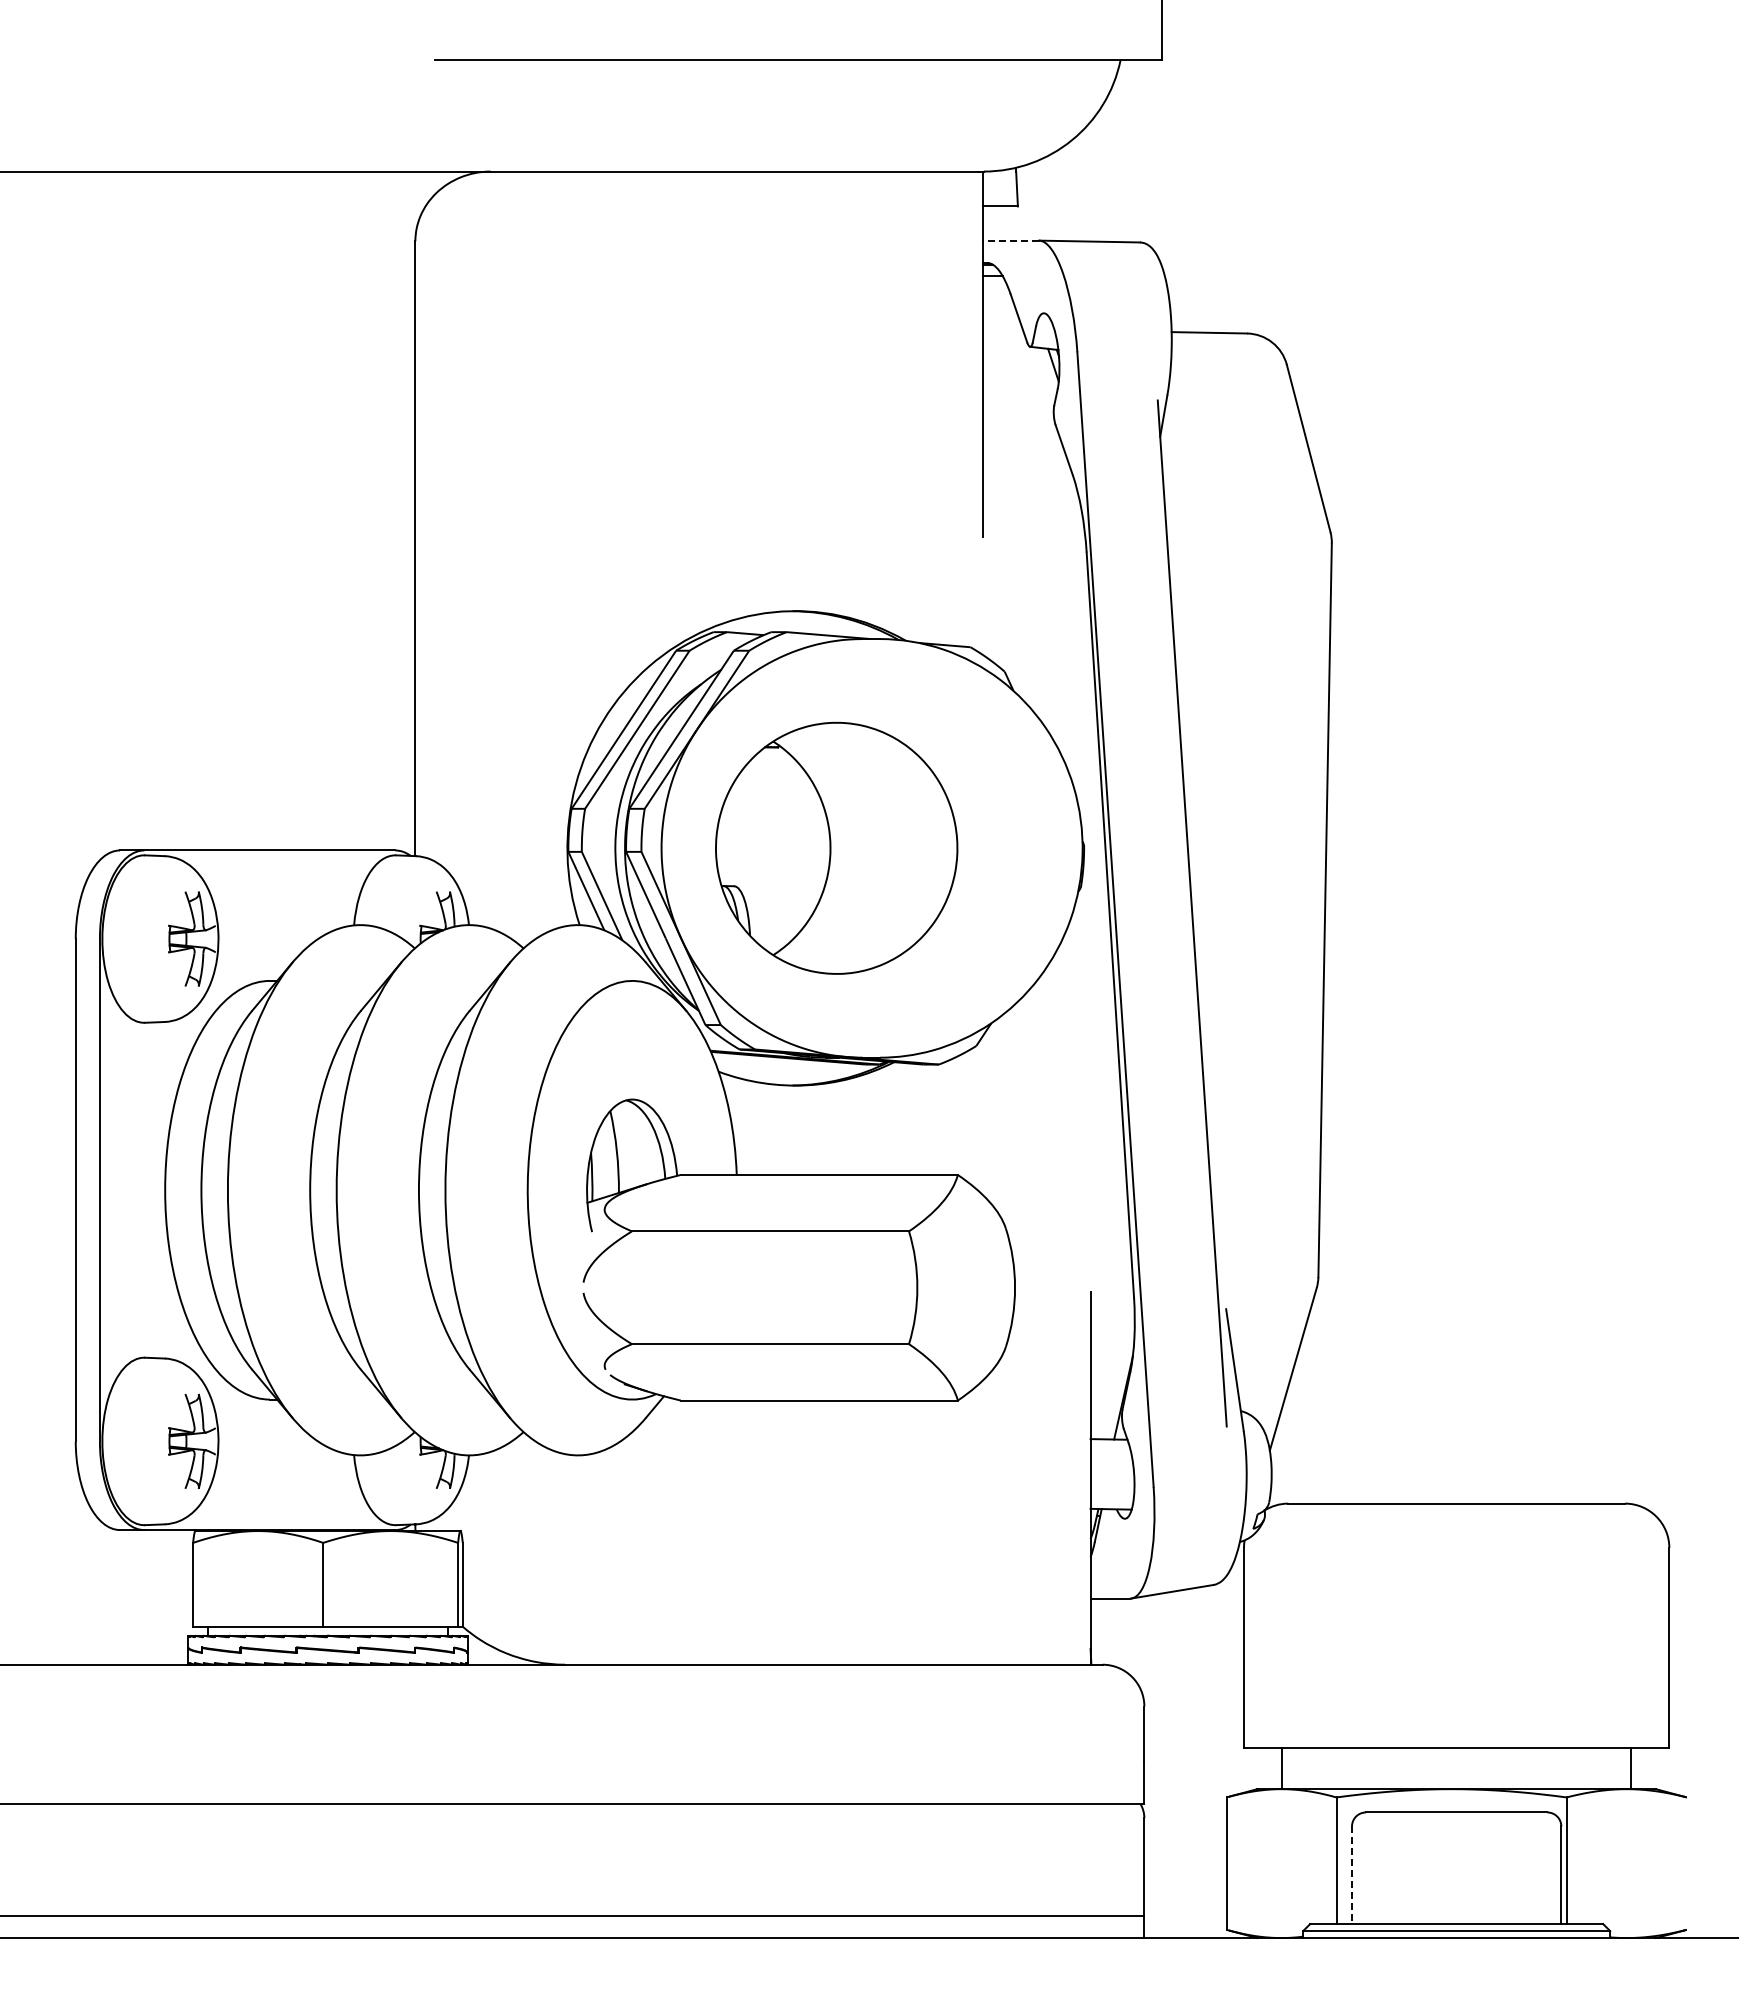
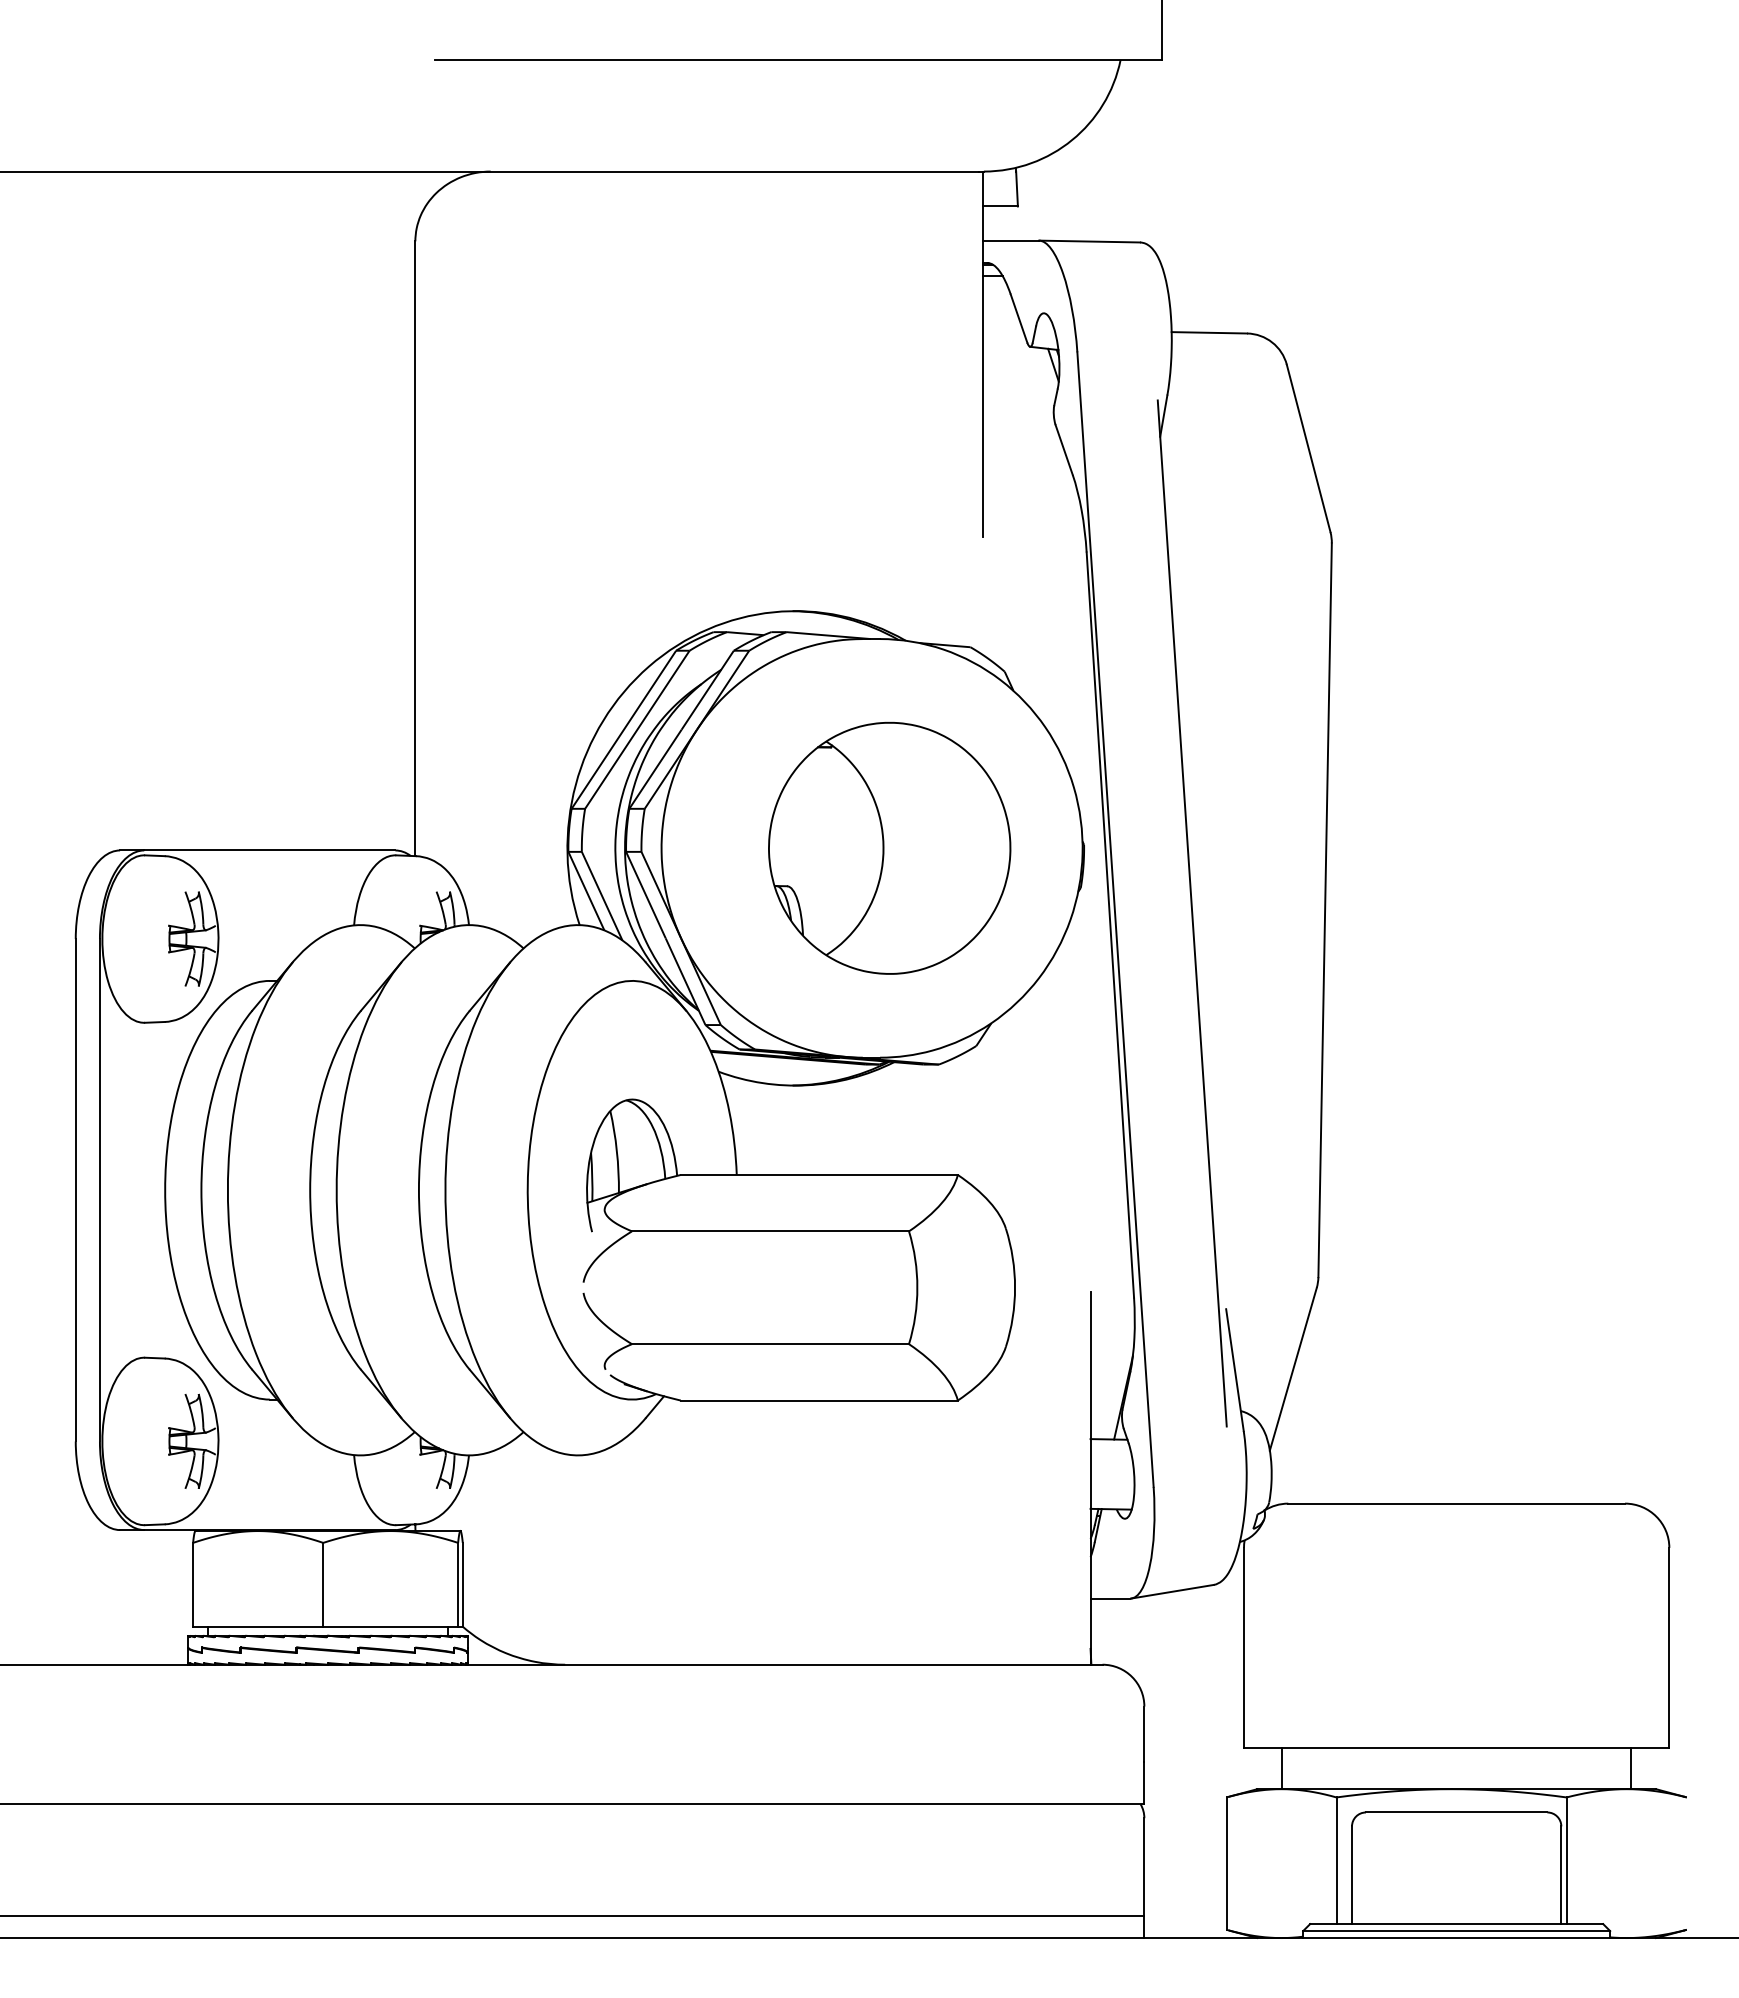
line at (1011, 240): dashed -> solid
part at (836, 847) position: (836, 847) -> (889, 847)
line at (1352, 1875): dashed -> solid
